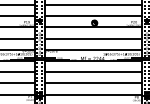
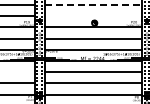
line at (93, 5): solid -> dashed
line at (93, 16): present -> none
line at (18, 72): present -> none
